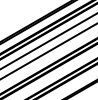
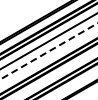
line at (48, 51): solid -> dashed
